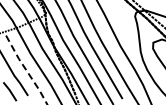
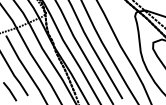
line at (26, 70): dashed -> solid
